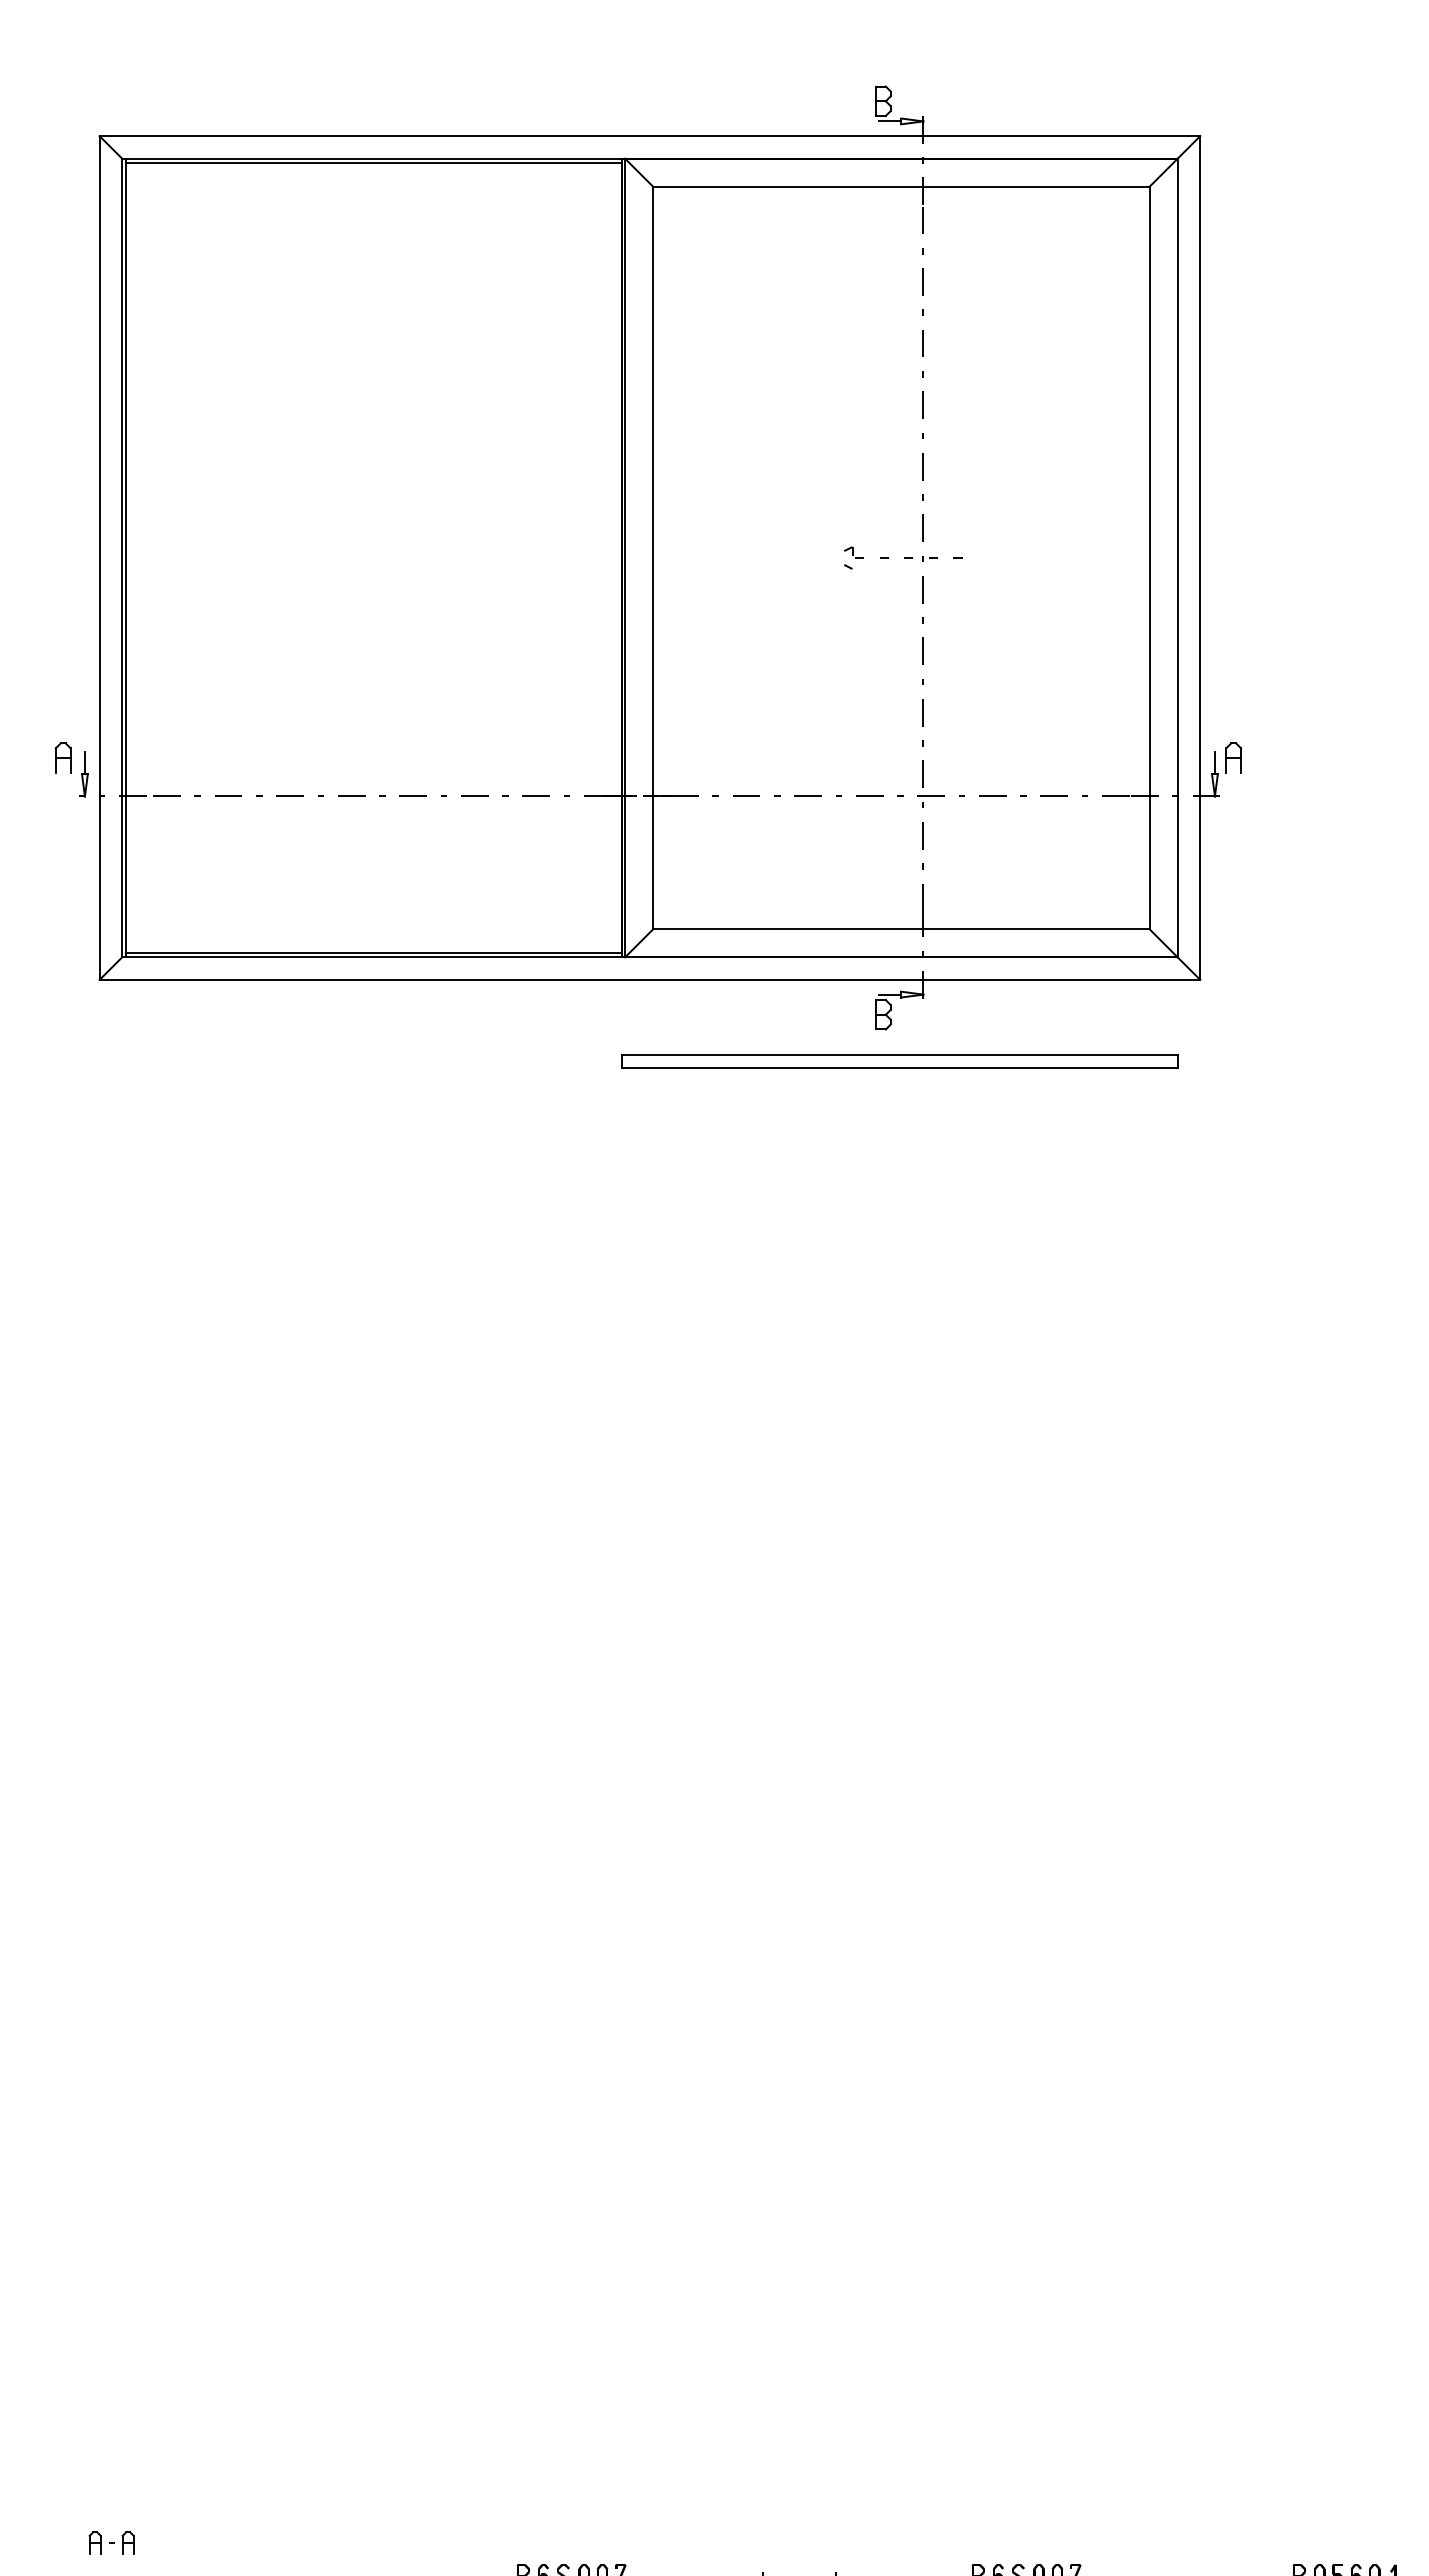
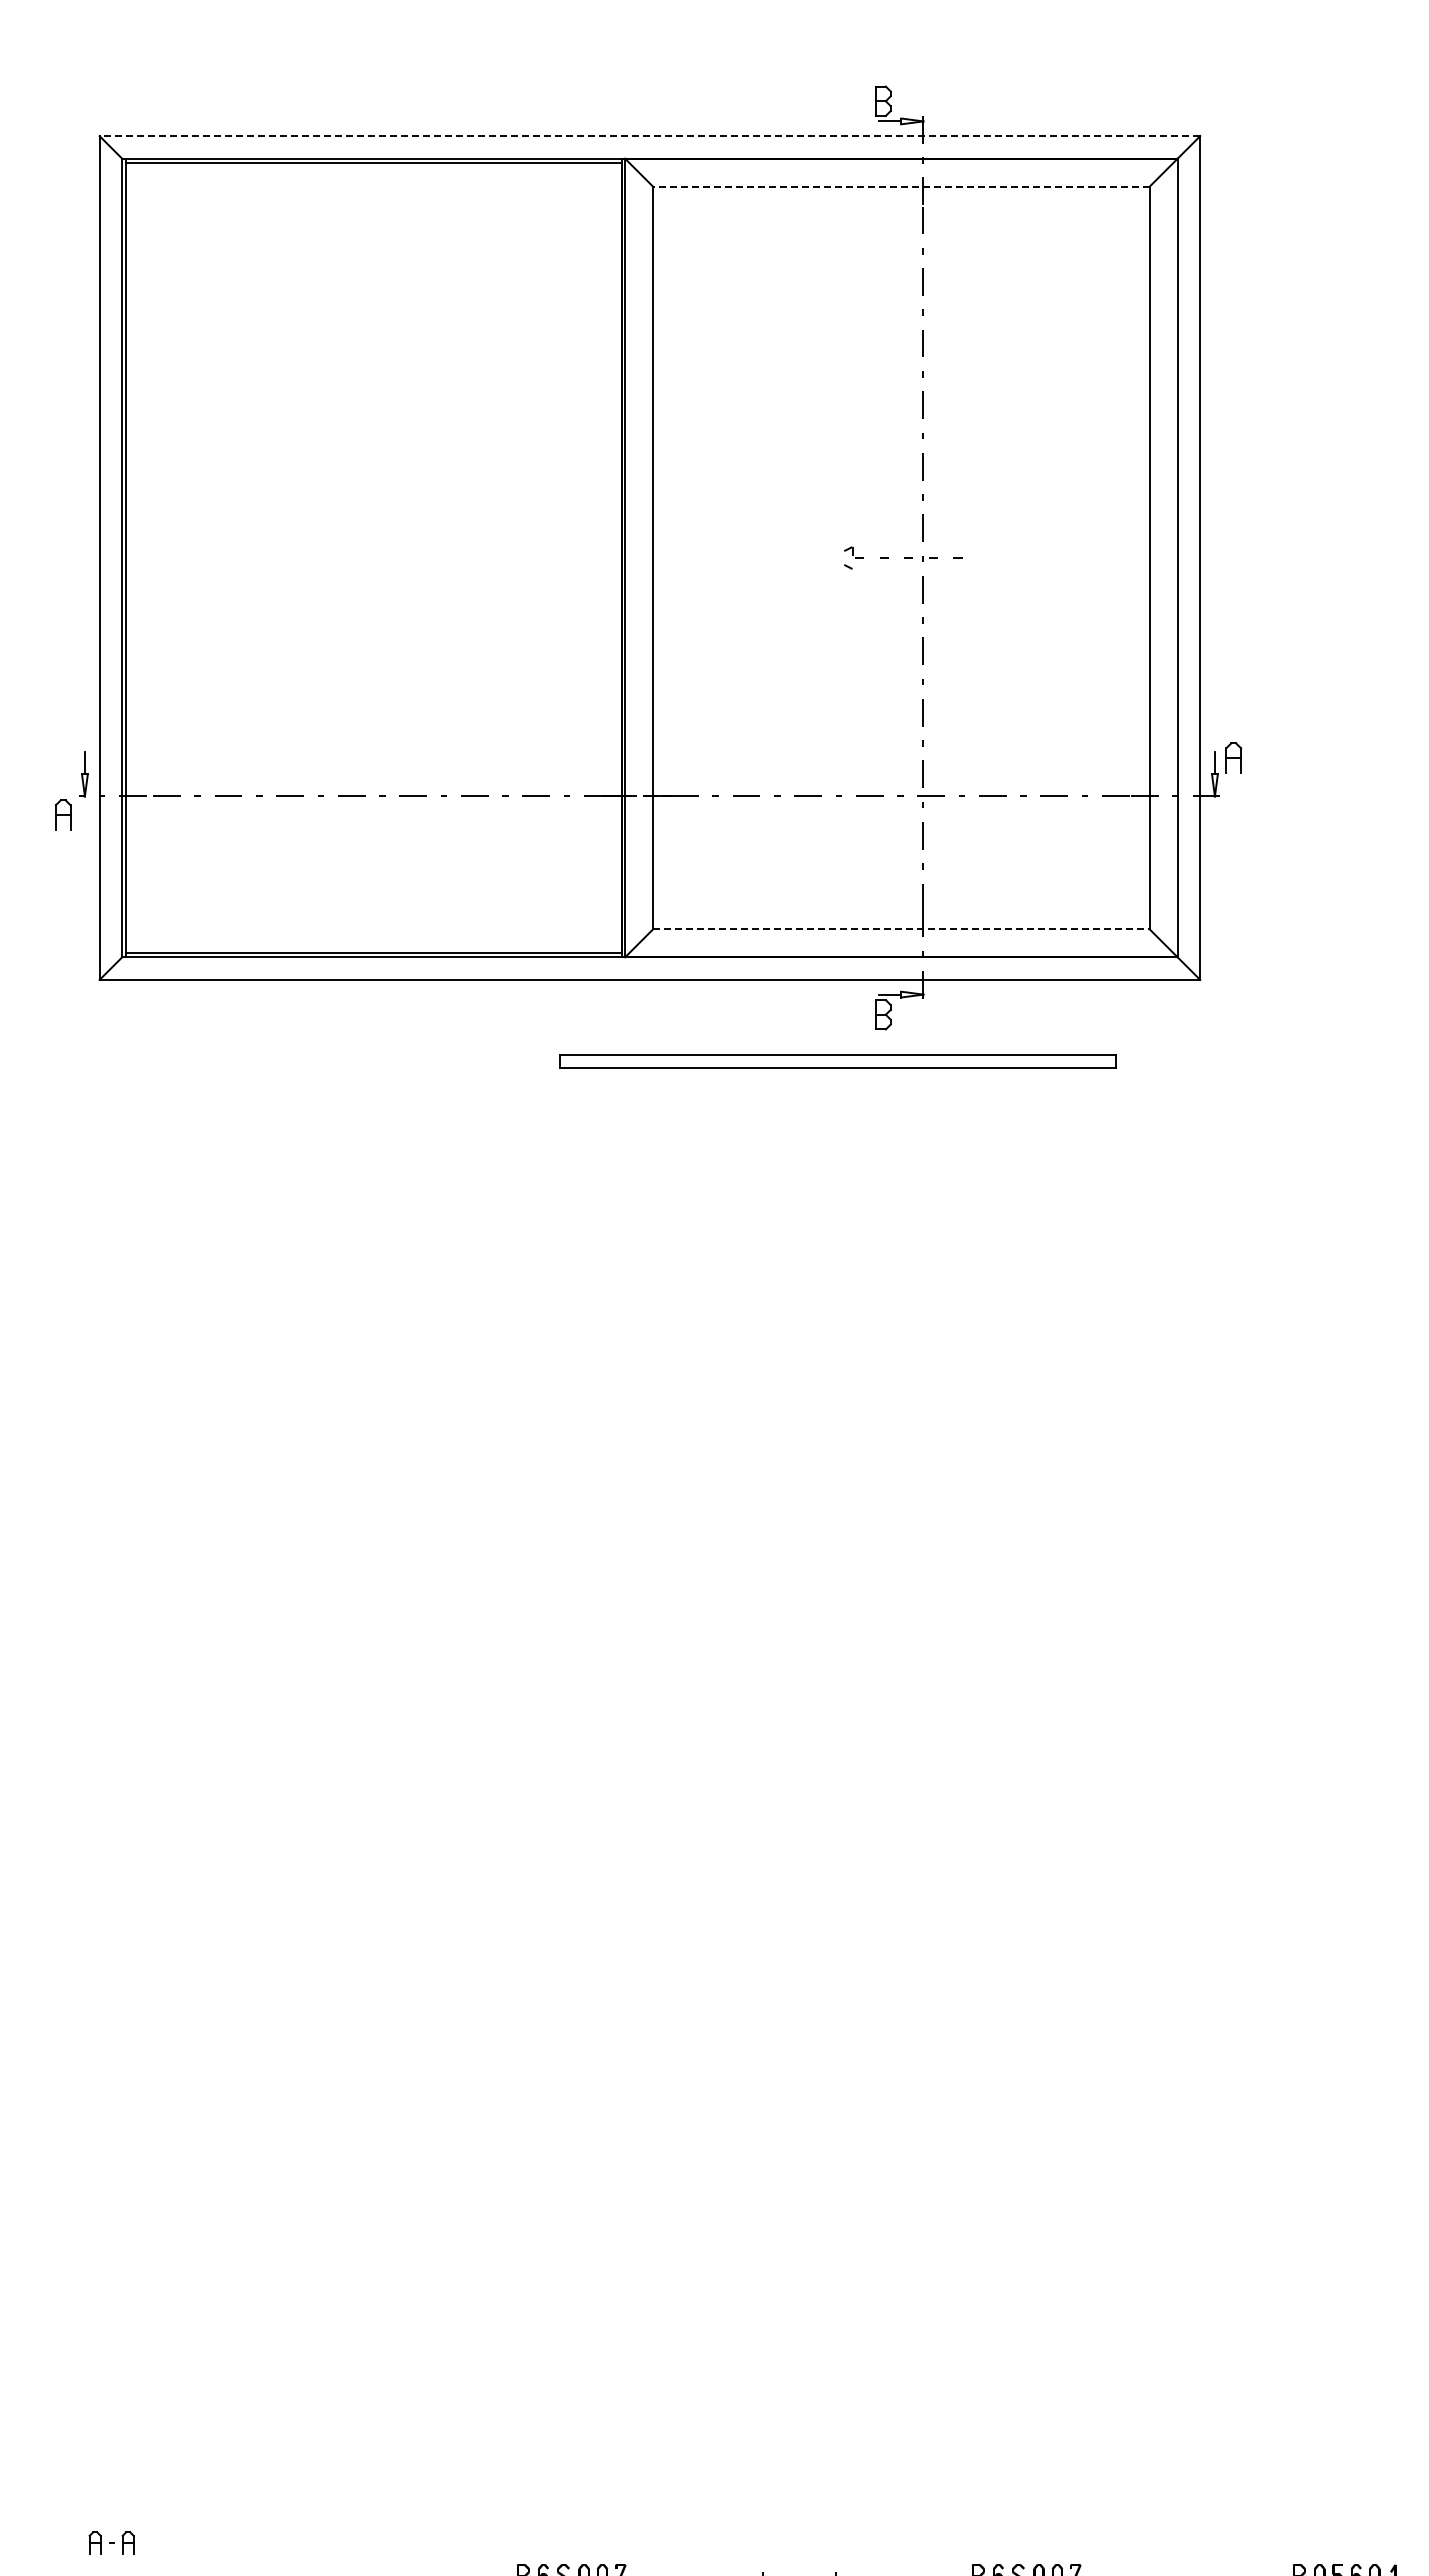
line at (649, 136): solid -> dashed
line at (900, 186): solid -> dashed
part at (62, 757) position: (62, 757) -> (62, 814)
line at (901, 929): solid -> dashed
part at (899, 1061) position: (899, 1061) -> (837, 1061)
